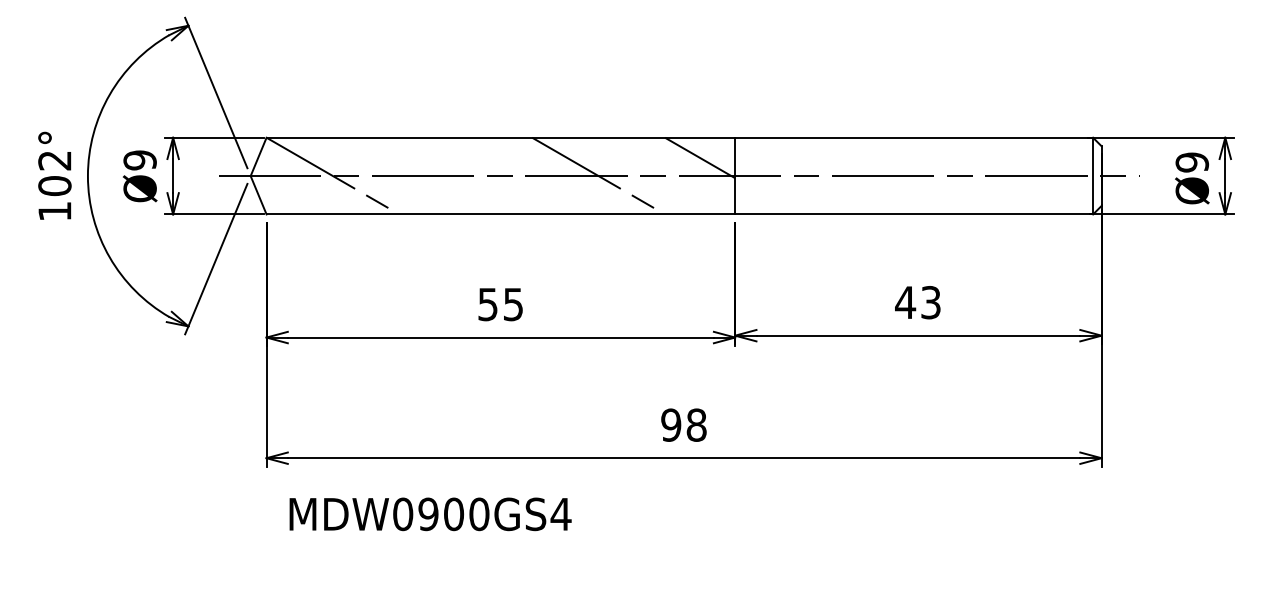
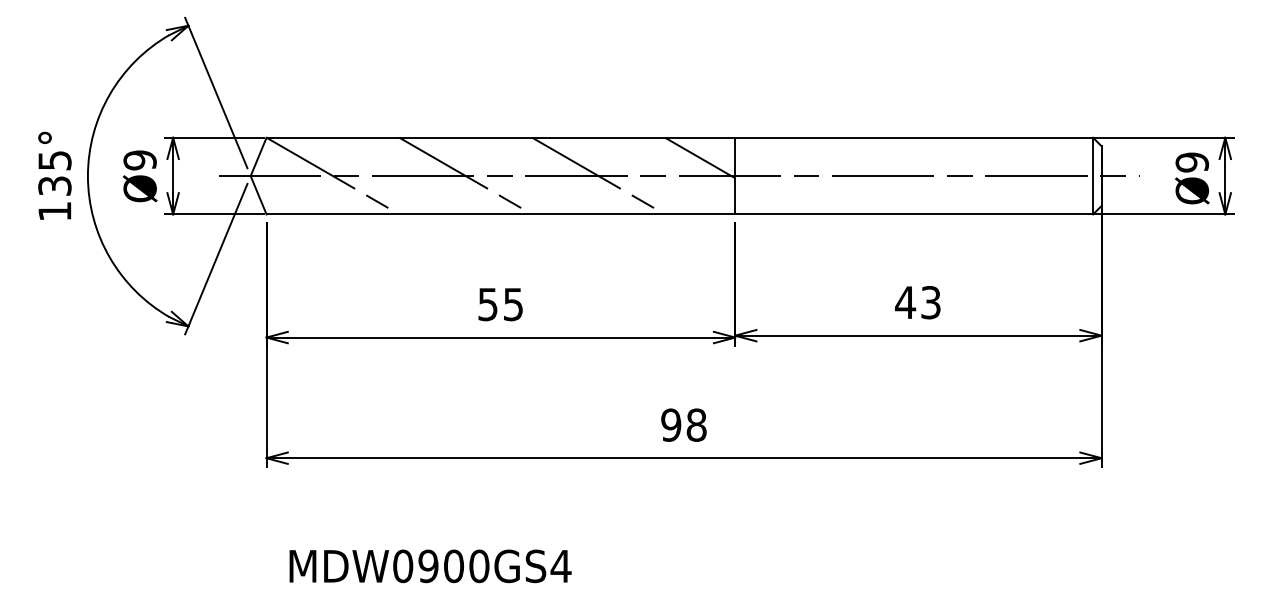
text at (54, 173): 102° -> 135°
line at (465, 175): none -> present
text at (430, 514) position: (430, 514) -> (430, 566)
